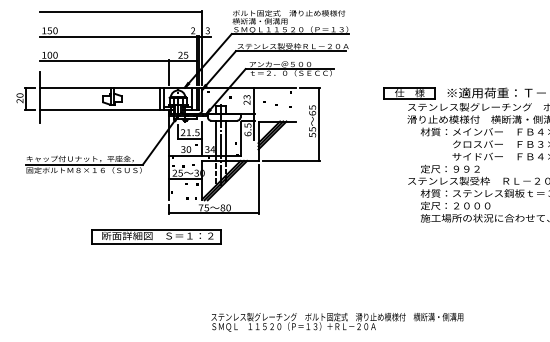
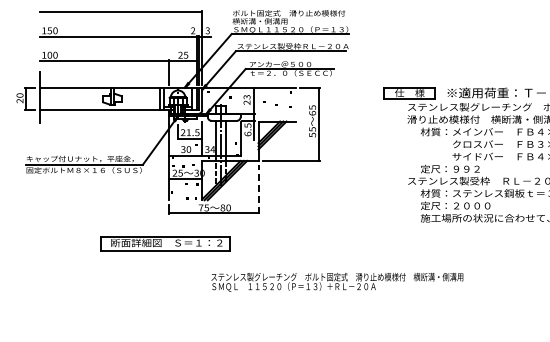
line at (258, 189): solid -> dashed
part at (156, 236) position: (156, 236) -> (165, 243)
text at (337, 322) position: (337, 322) -> (337, 282)
